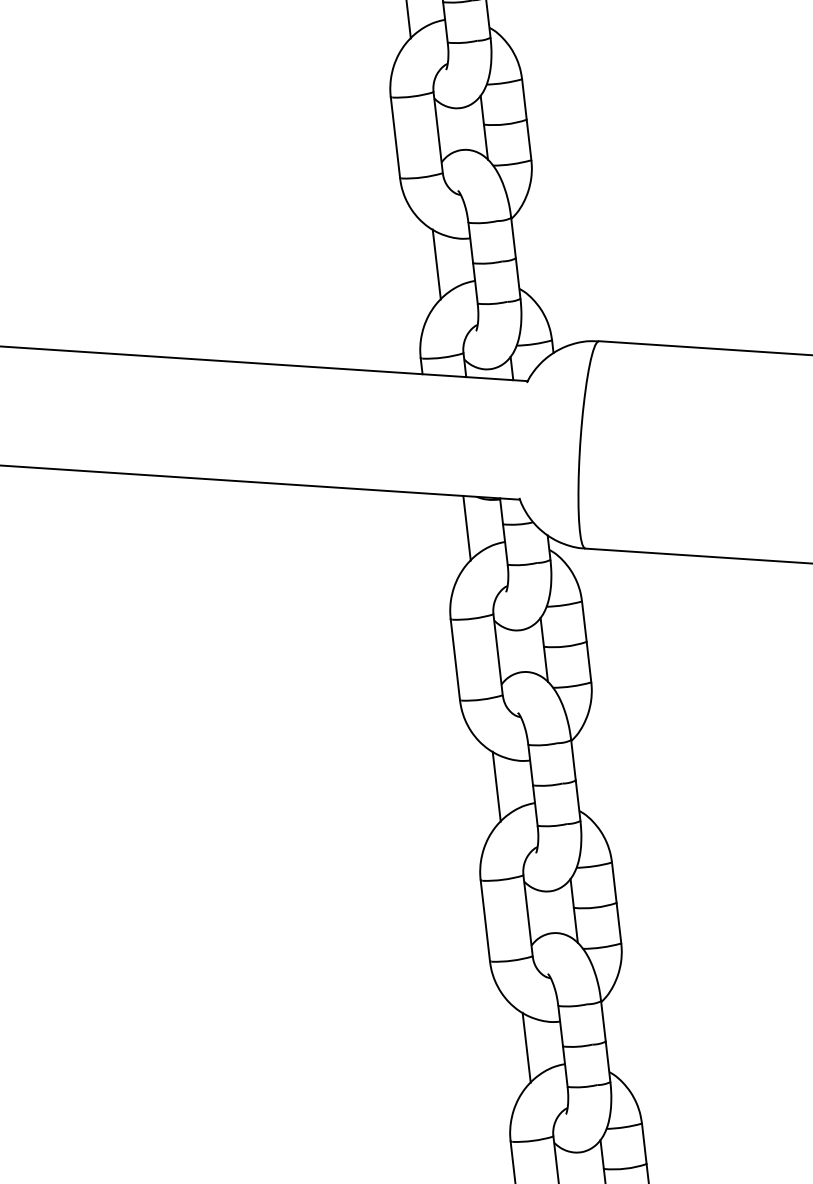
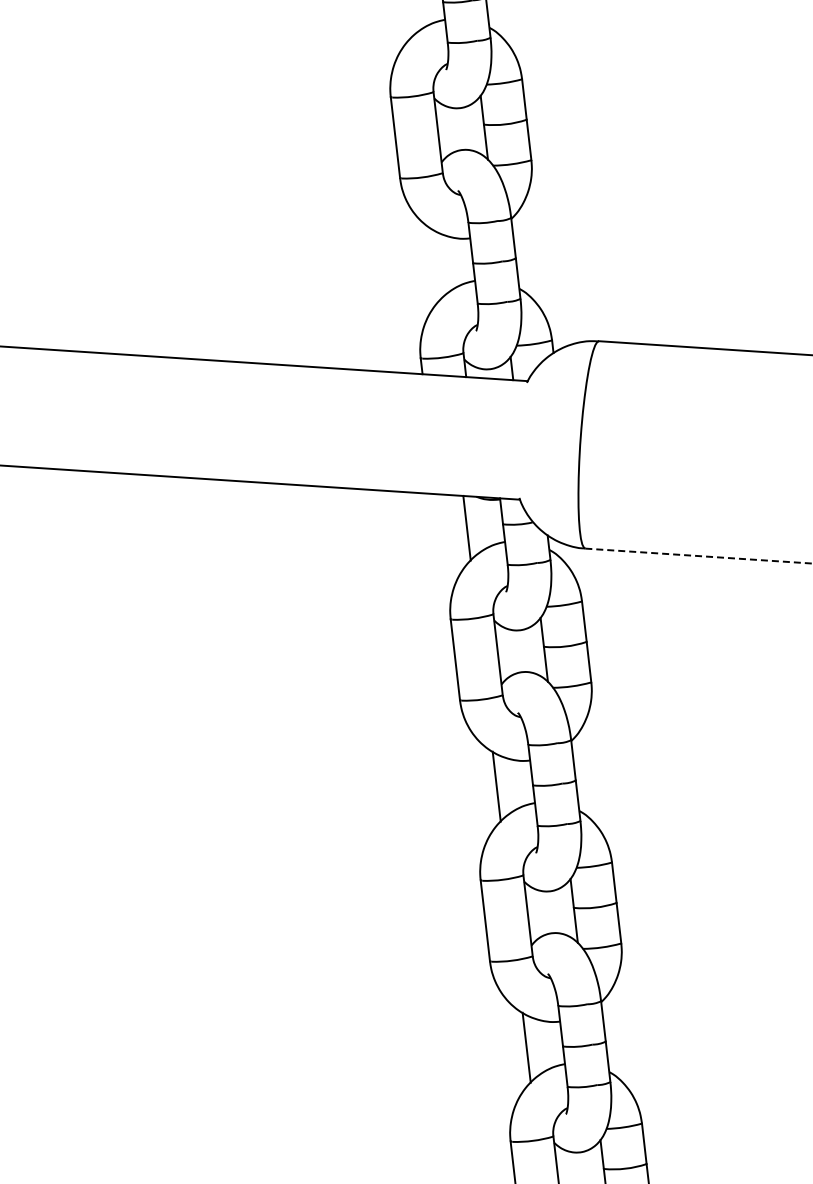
line at (408, 20): present -> none
line at (436, 264): present -> none
line at (699, 556): solid -> dashed
